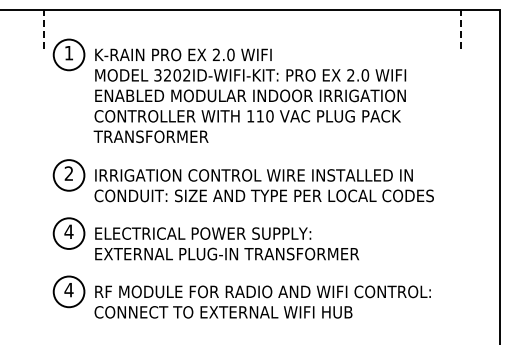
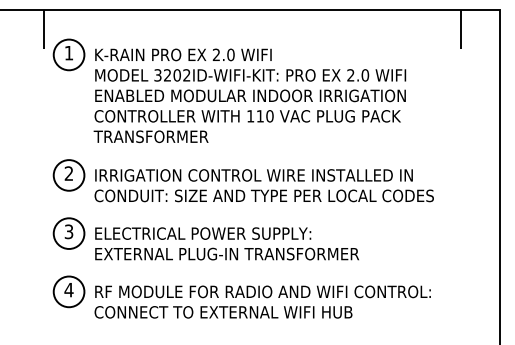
line at (43, 29): dashed -> solid
line at (461, 29): dashed -> solid
text at (68, 231): 4 -> 3
